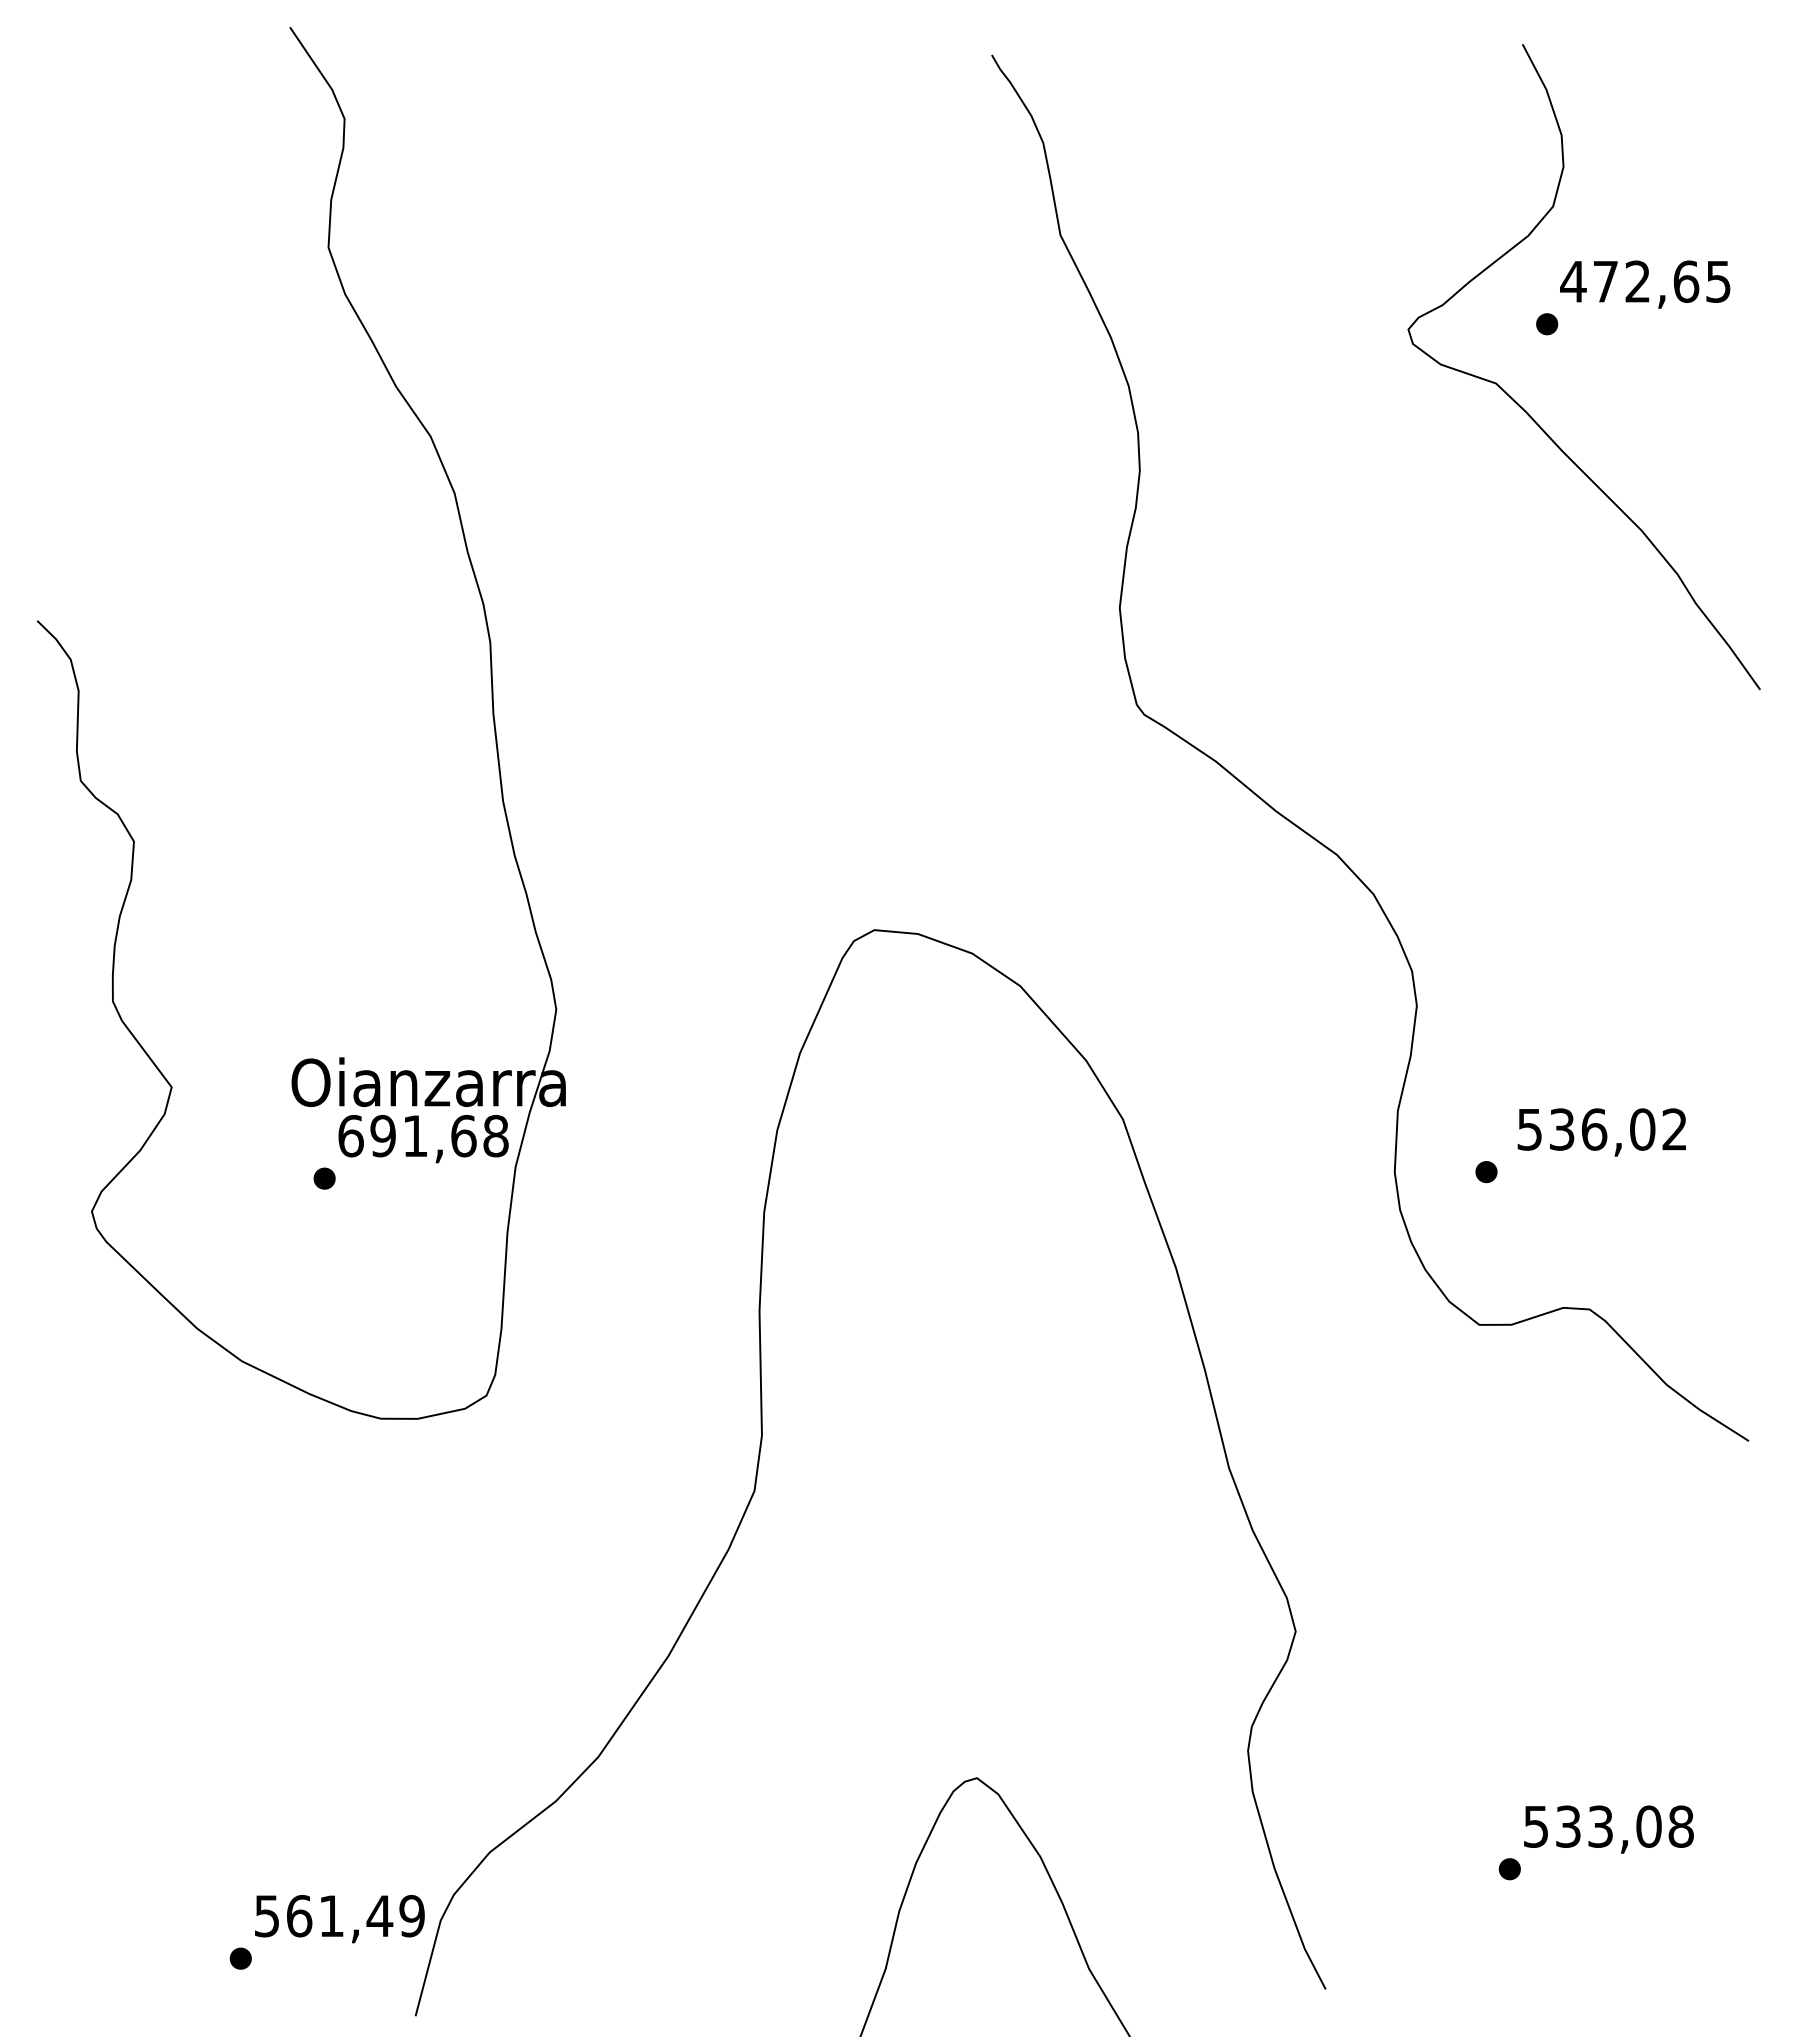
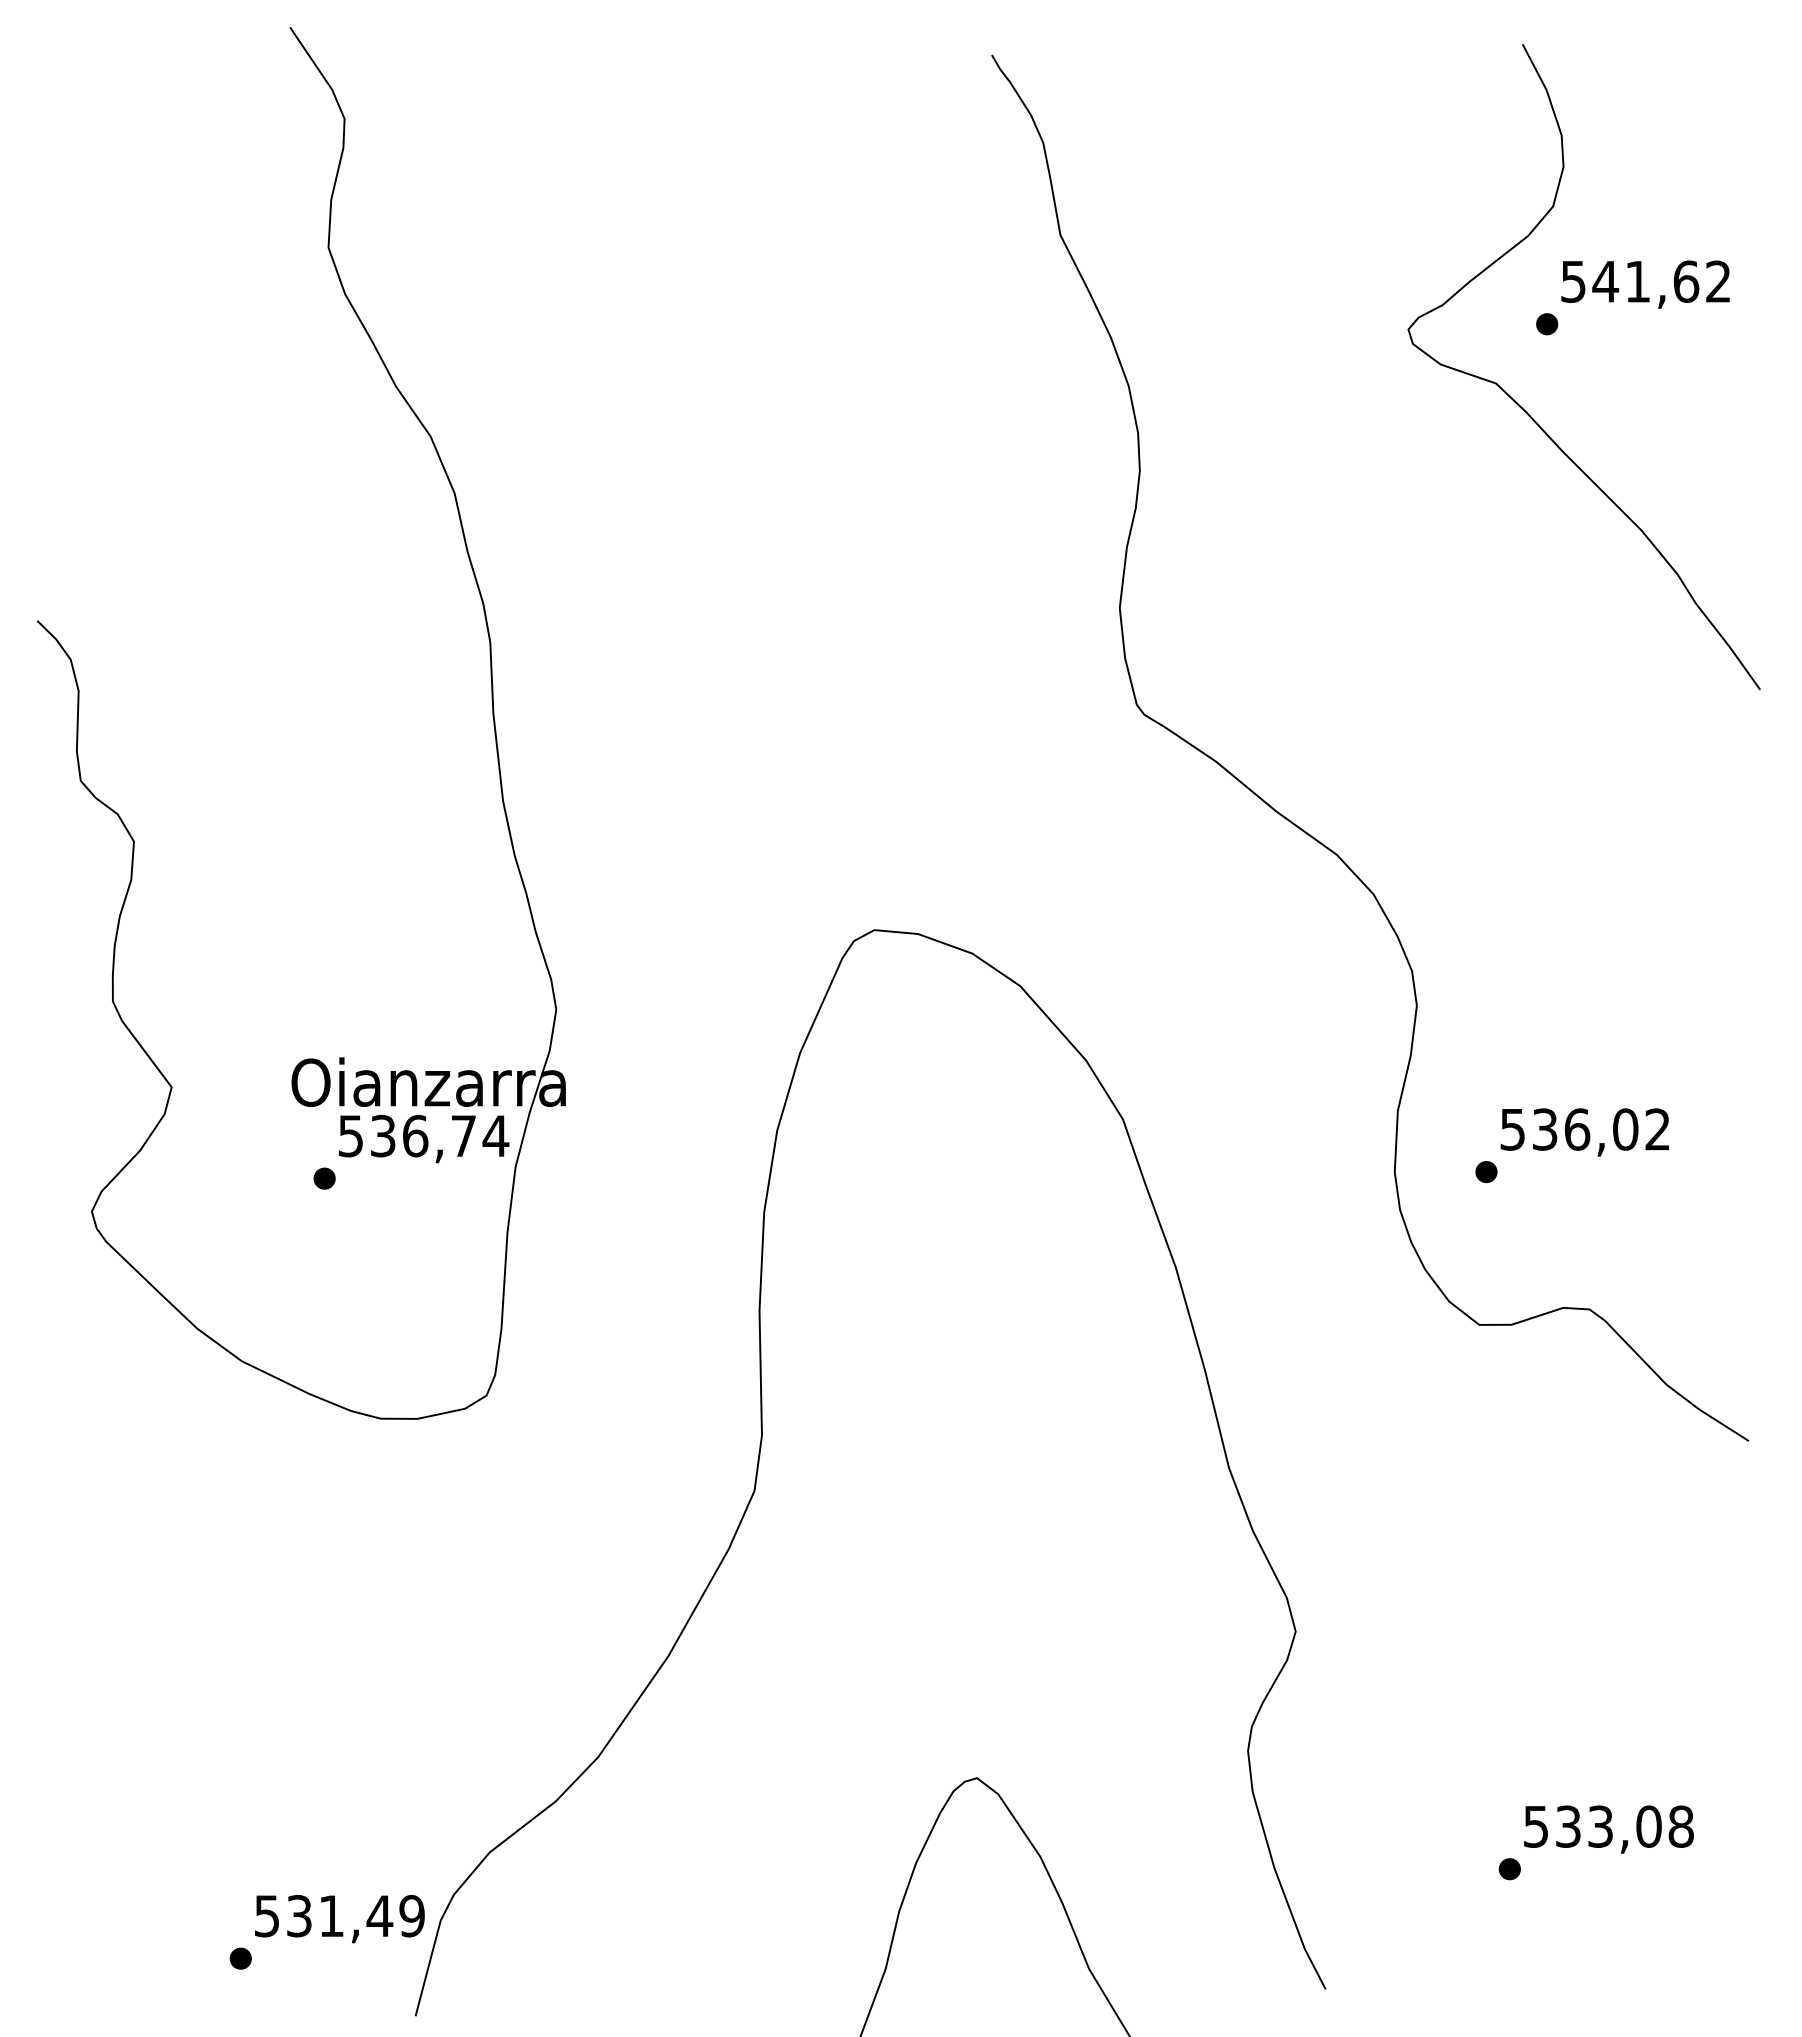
text at (1645, 281): 472,65 -> 541,62
text at (1601, 1132) position: (1601, 1132) -> (1584, 1132)
text at (423, 1135): 691,68 -> 536,74
text at (299, 1916): 561,49 -> 531,49
